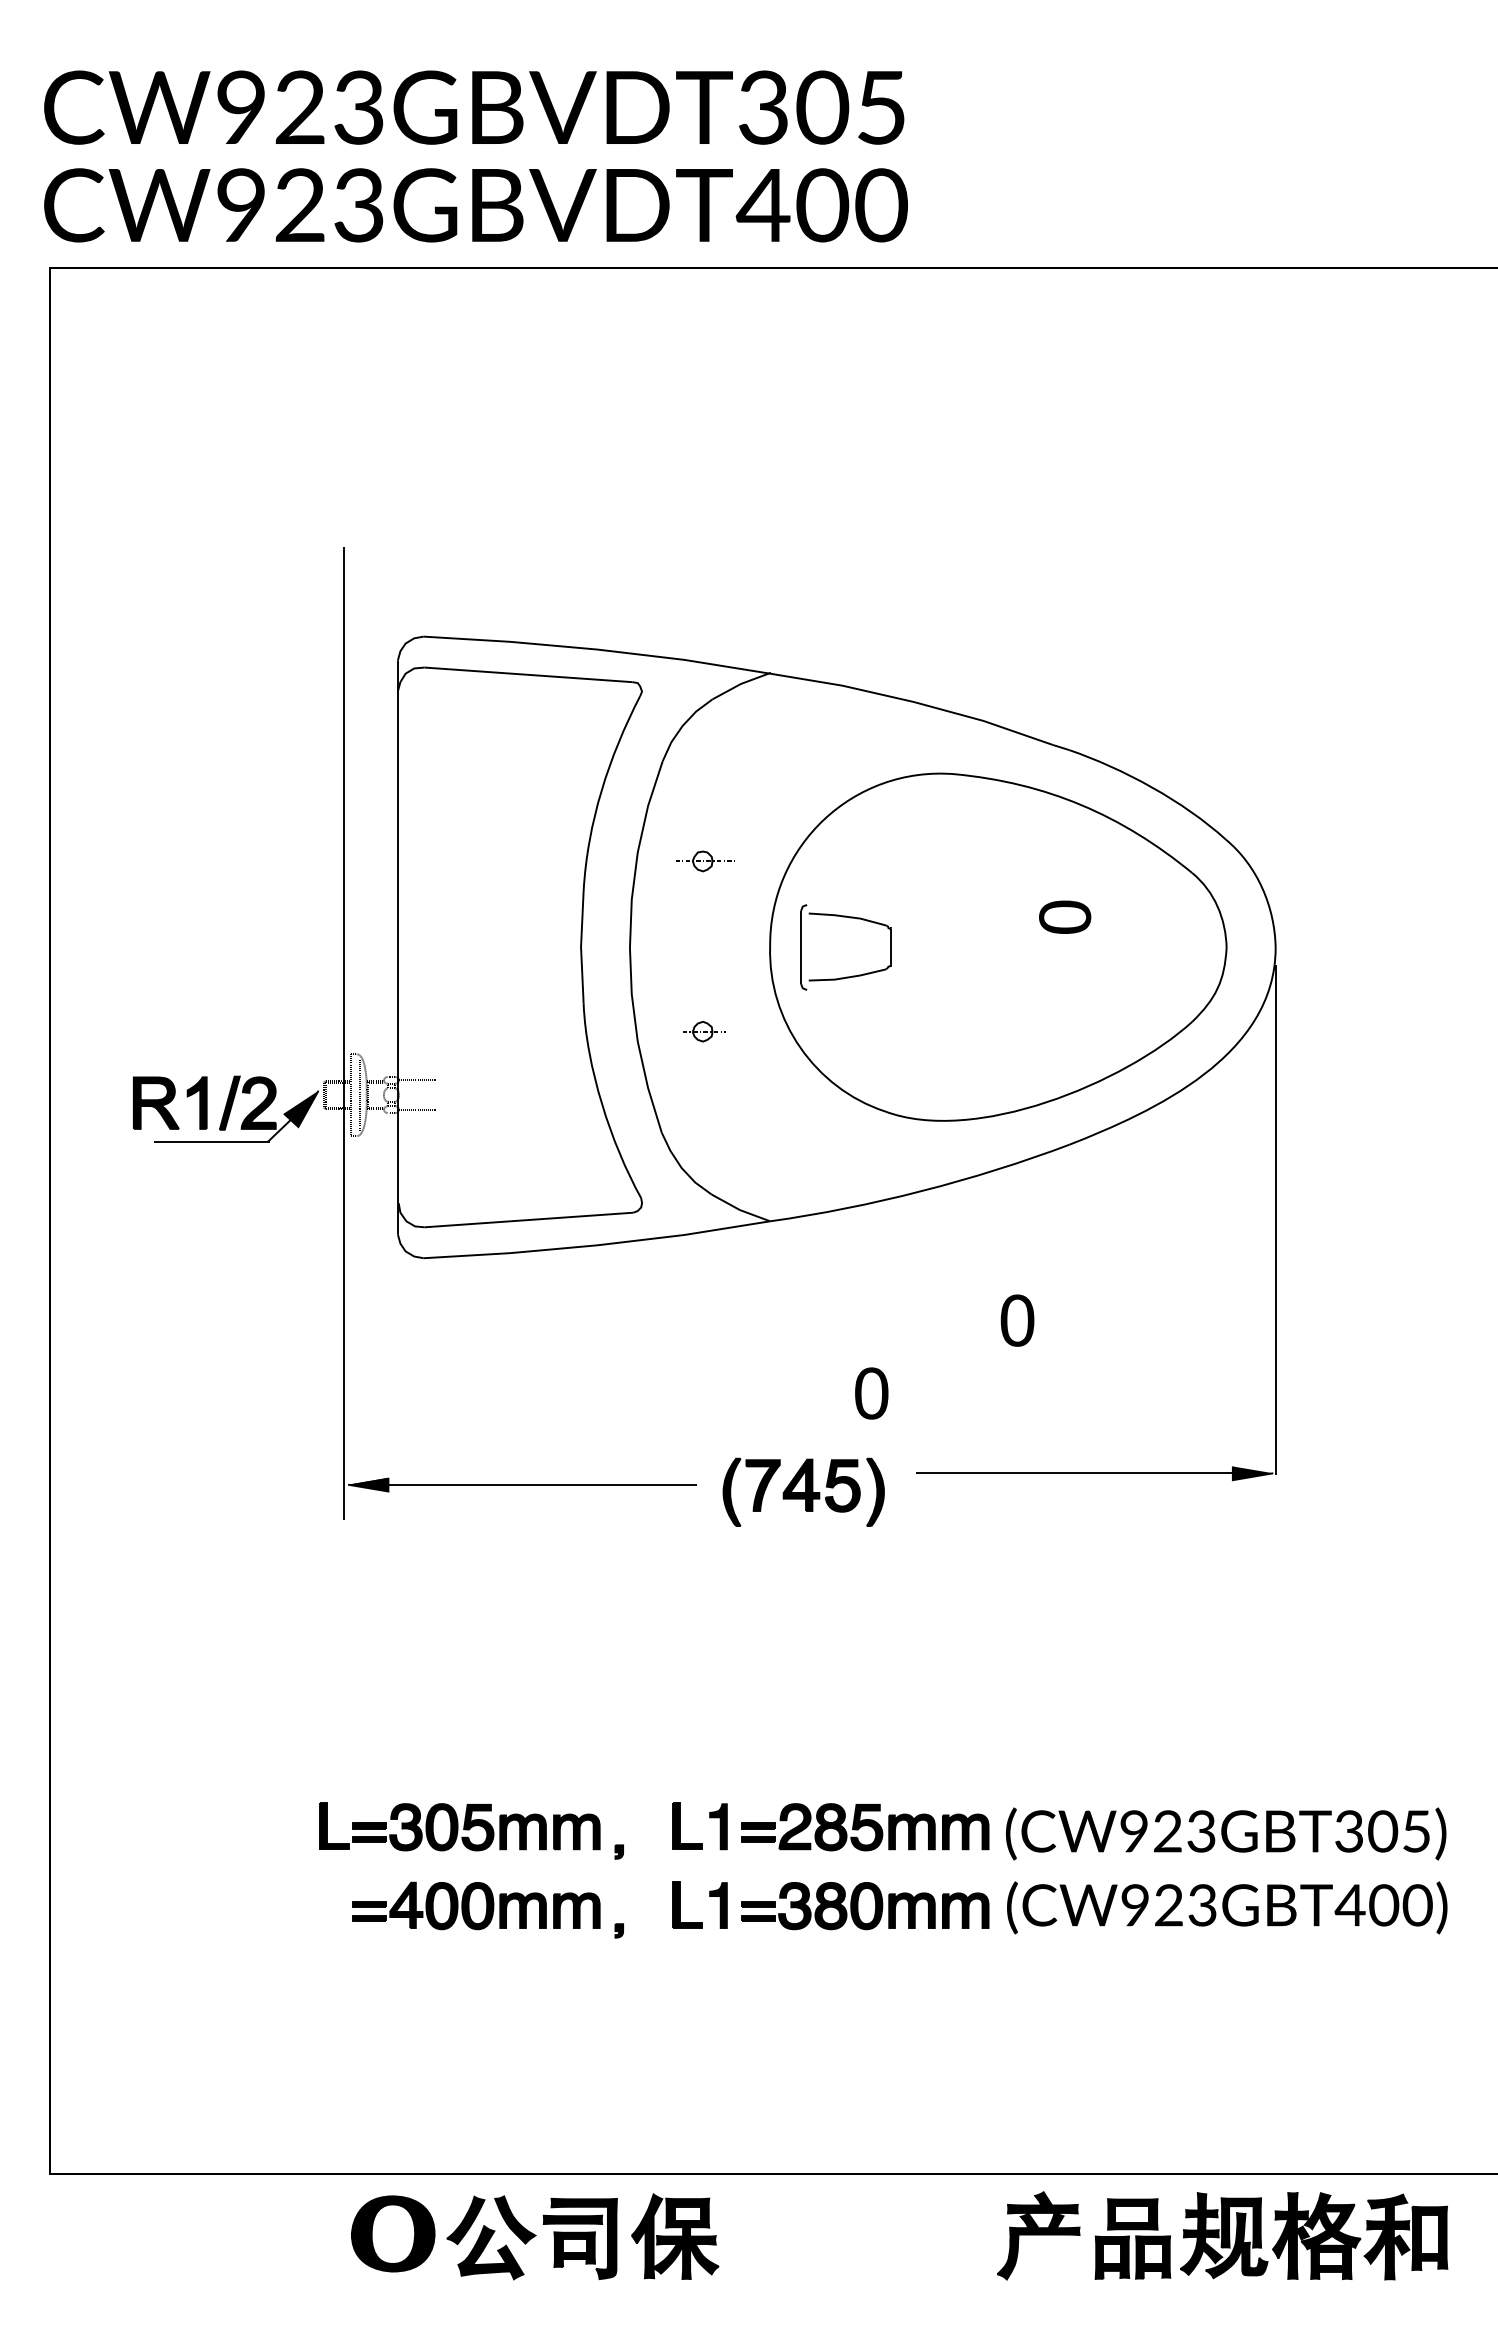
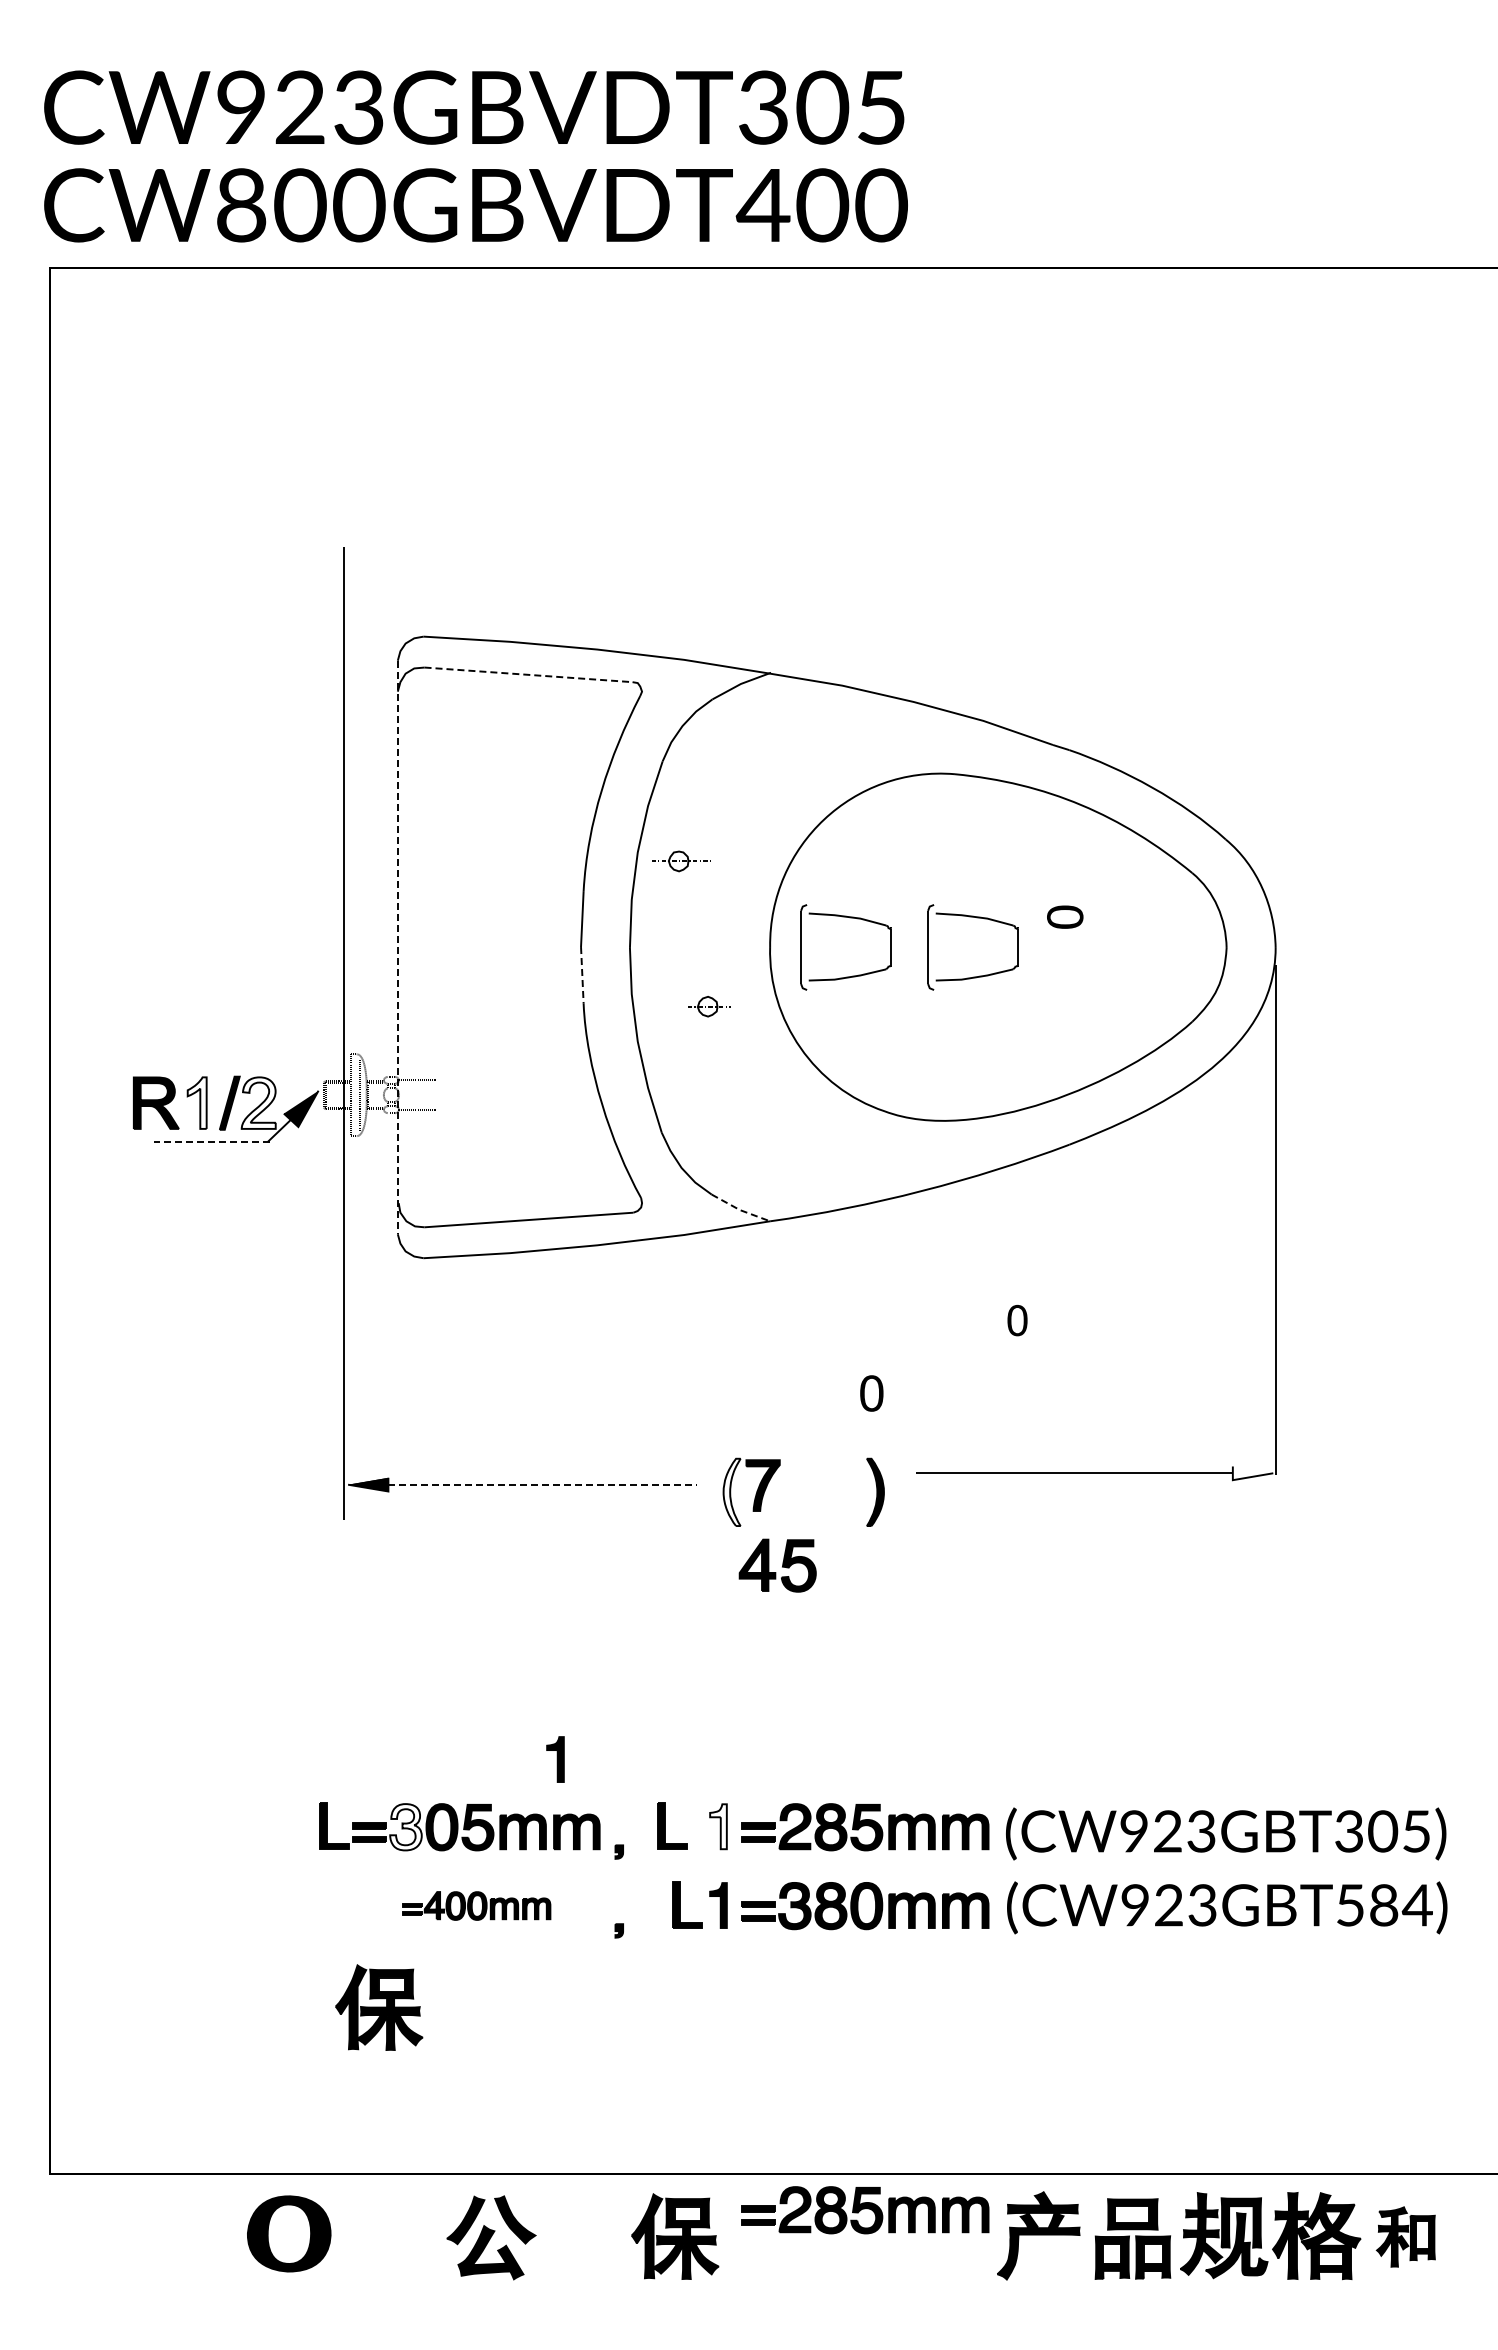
text at (301, 205): CW923GBVDT400 -> CW800GBVDT400
line at (529, 674): solid -> dashed
part at (705, 861) position: (705, 861) -> (681, 861)
part at (1065, 916) size: 53x34 px -> 37x24 px
line at (397, 947): solid -> dashed
line at (582, 975): solid -> dashed
part at (979, 975): none -> present
part at (704, 1031) position: (704, 1031) -> (709, 1006)
fill at (196, 1102): present -> none
fill at (258, 1102): present -> none
line at (212, 1141): solid -> dashed
line at (740, 1210): solid -> dashed
part at (1017, 1320) size: 35x53 px -> 21x32 px
part at (871, 1393) size: 34x53 px -> 24x37 px
fill at (1252, 1473): present -> none
line at (542, 1484): solid -> dashed
part at (821, 1485) position: (821, 1485) -> (777, 1565)
fill at (731, 1492): present -> none
part at (555, 1759): none -> present
part at (680, 1825) position: (680, 1825) -> (665, 1825)
fill at (718, 1826): present -> none
fill at (405, 1827): present -> none
part at (476, 1905) size: 249x50 px -> 150x30 px
text at (1383, 1905): (CW923GBT400) -> (CW923GBT584)
part at (379, 2007): none -> present
part at (865, 2210): none -> present
part at (393, 2233) position: (393, 2233) -> (289, 2233)
part at (1405, 2236) size: 86x88 px -> 61x62 px
part at (579, 2238): present -> none
